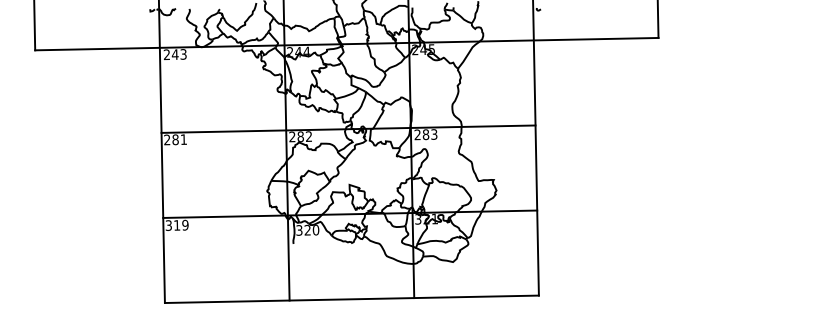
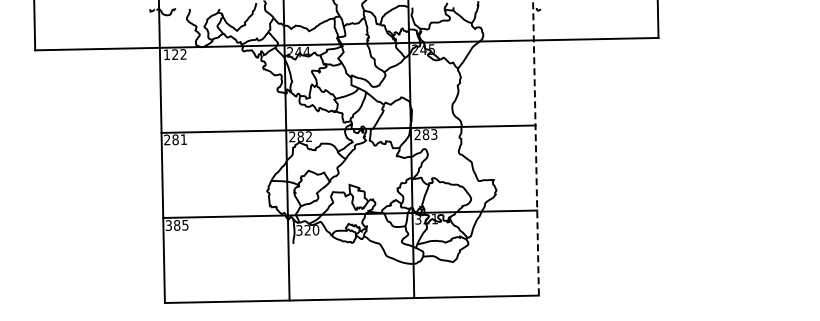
text at (174, 54): 243 -> 122
line at (535, 147): solid -> dashed
text at (181, 224): 319 -> 385
